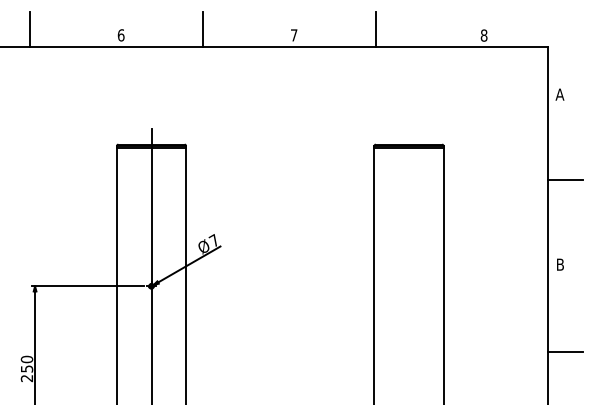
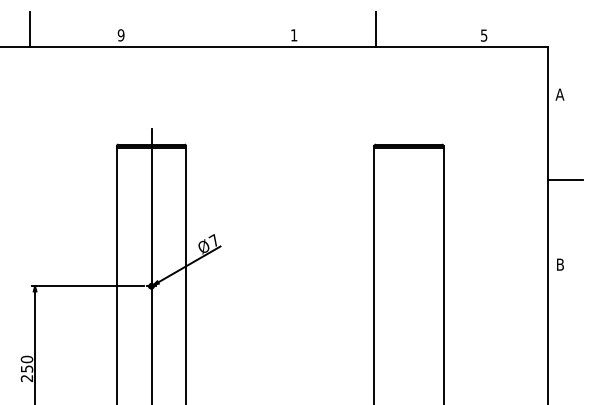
line at (202, 28): present -> none
text at (120, 35): 6 -> 9
text at (294, 35): 7 -> 1
text at (483, 35): 8 -> 5
line at (565, 352): present -> none
